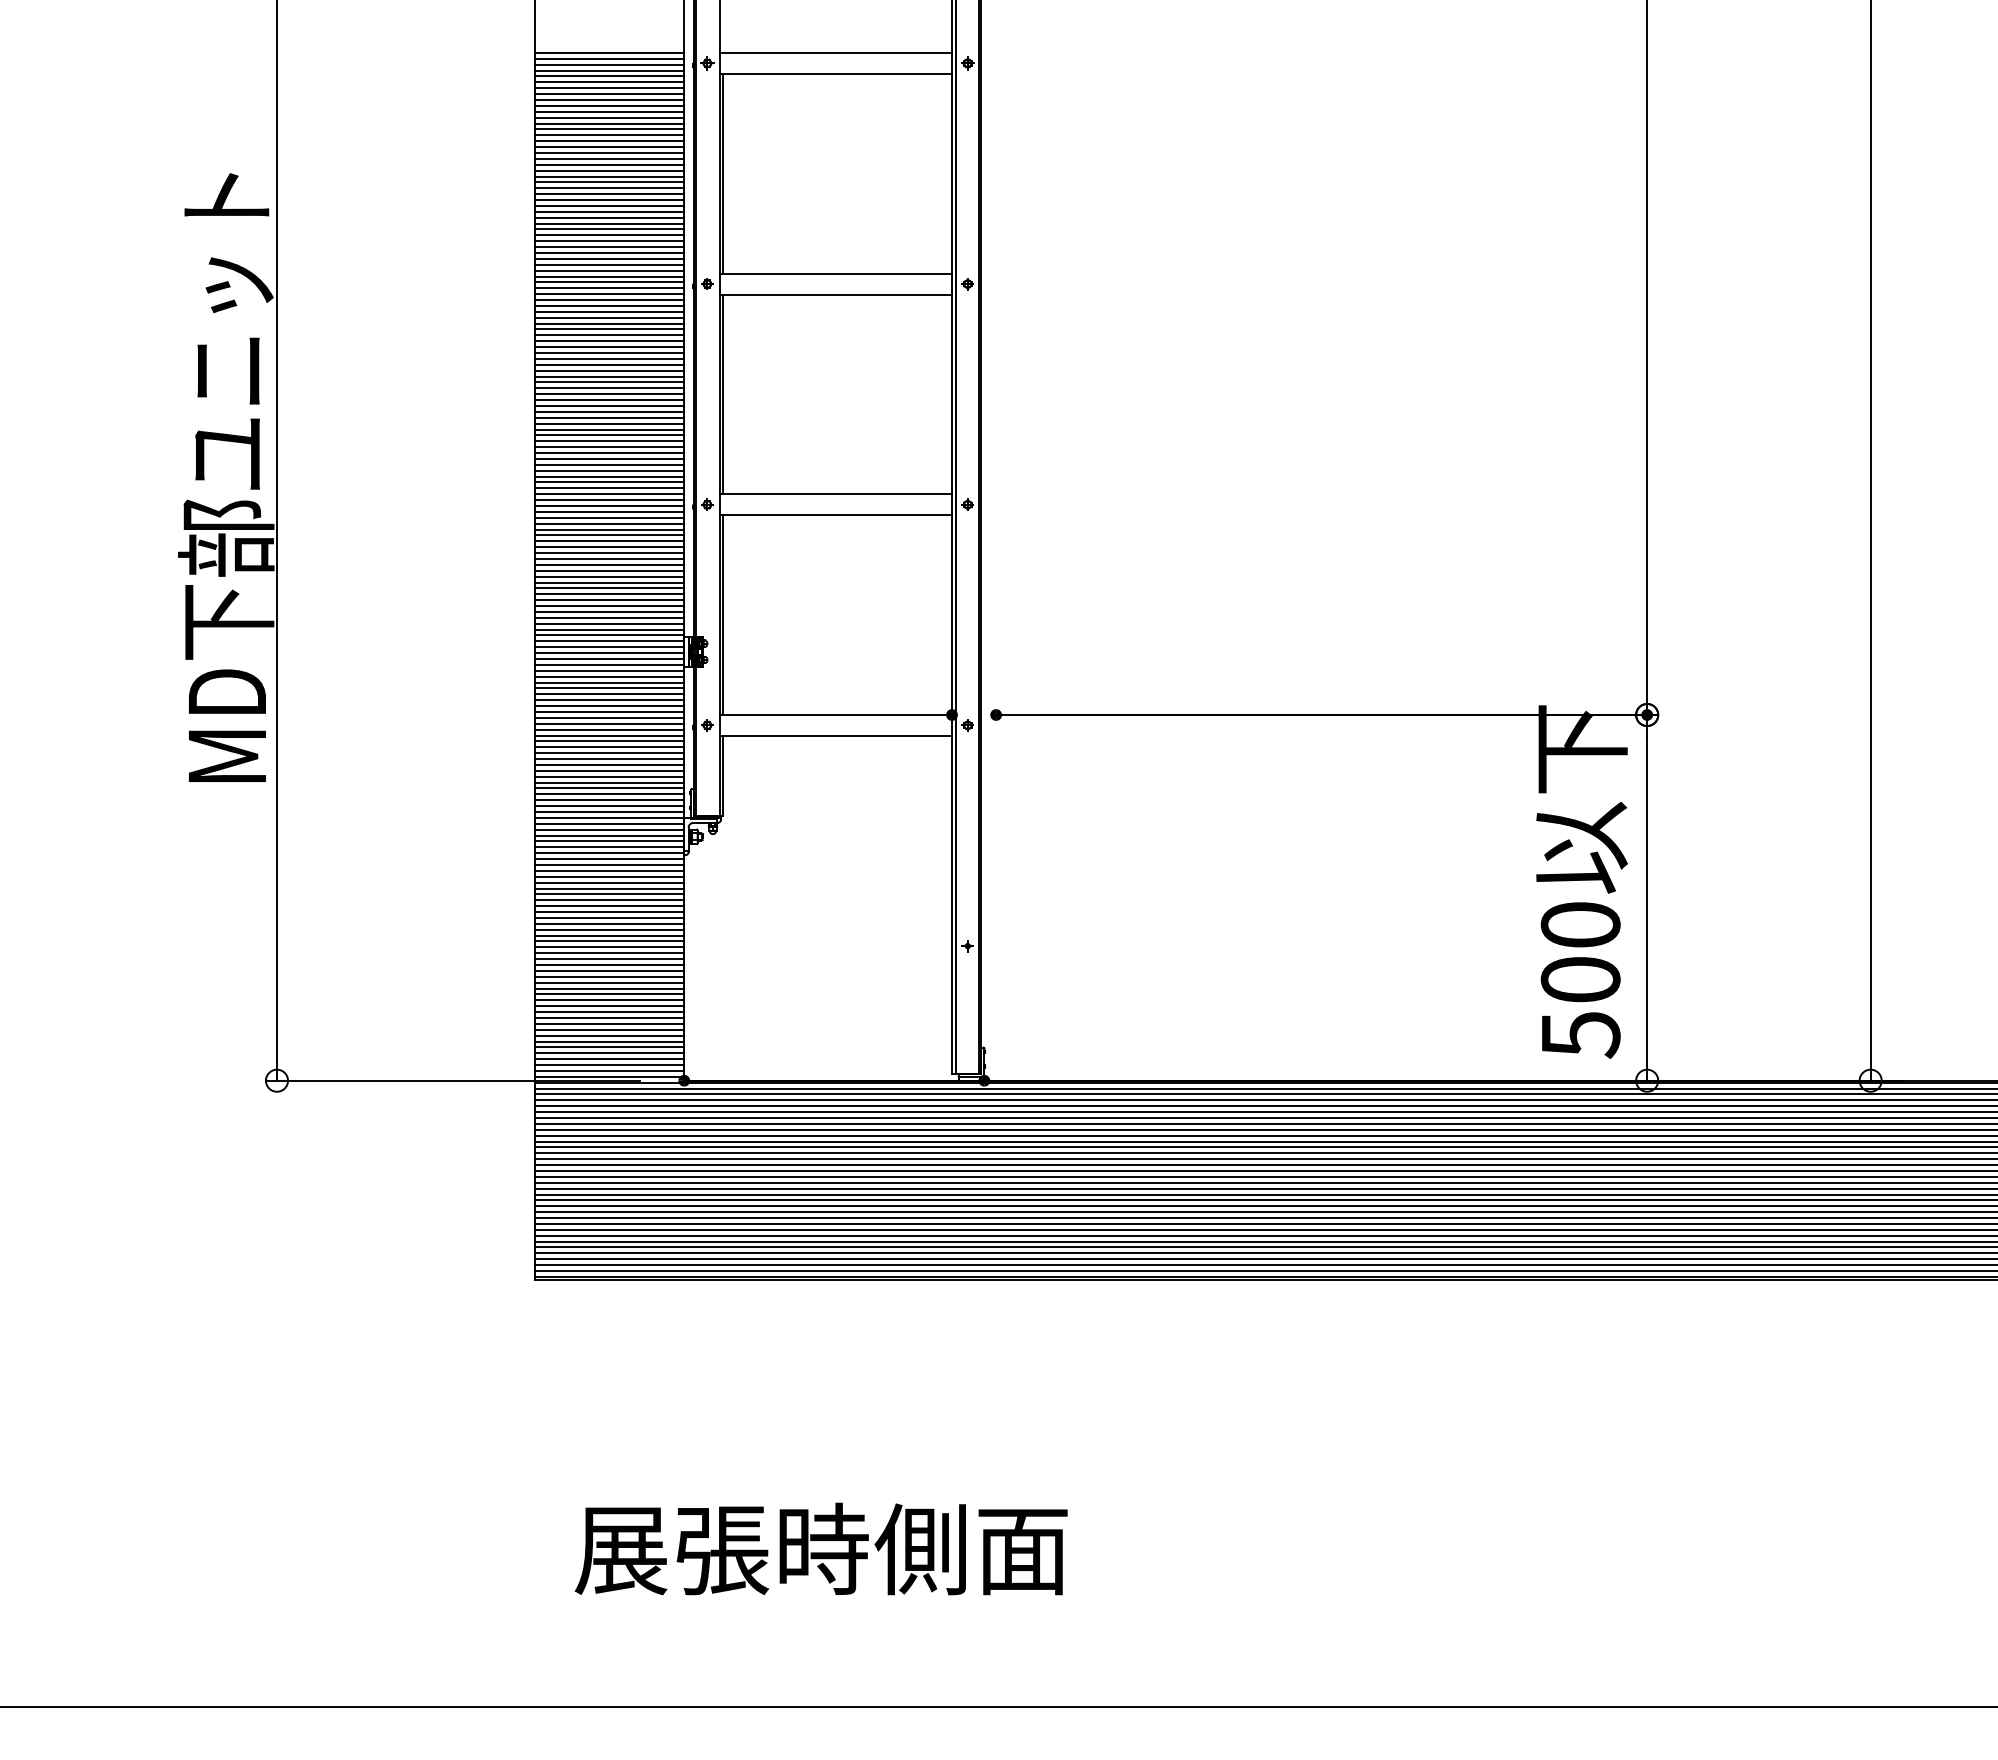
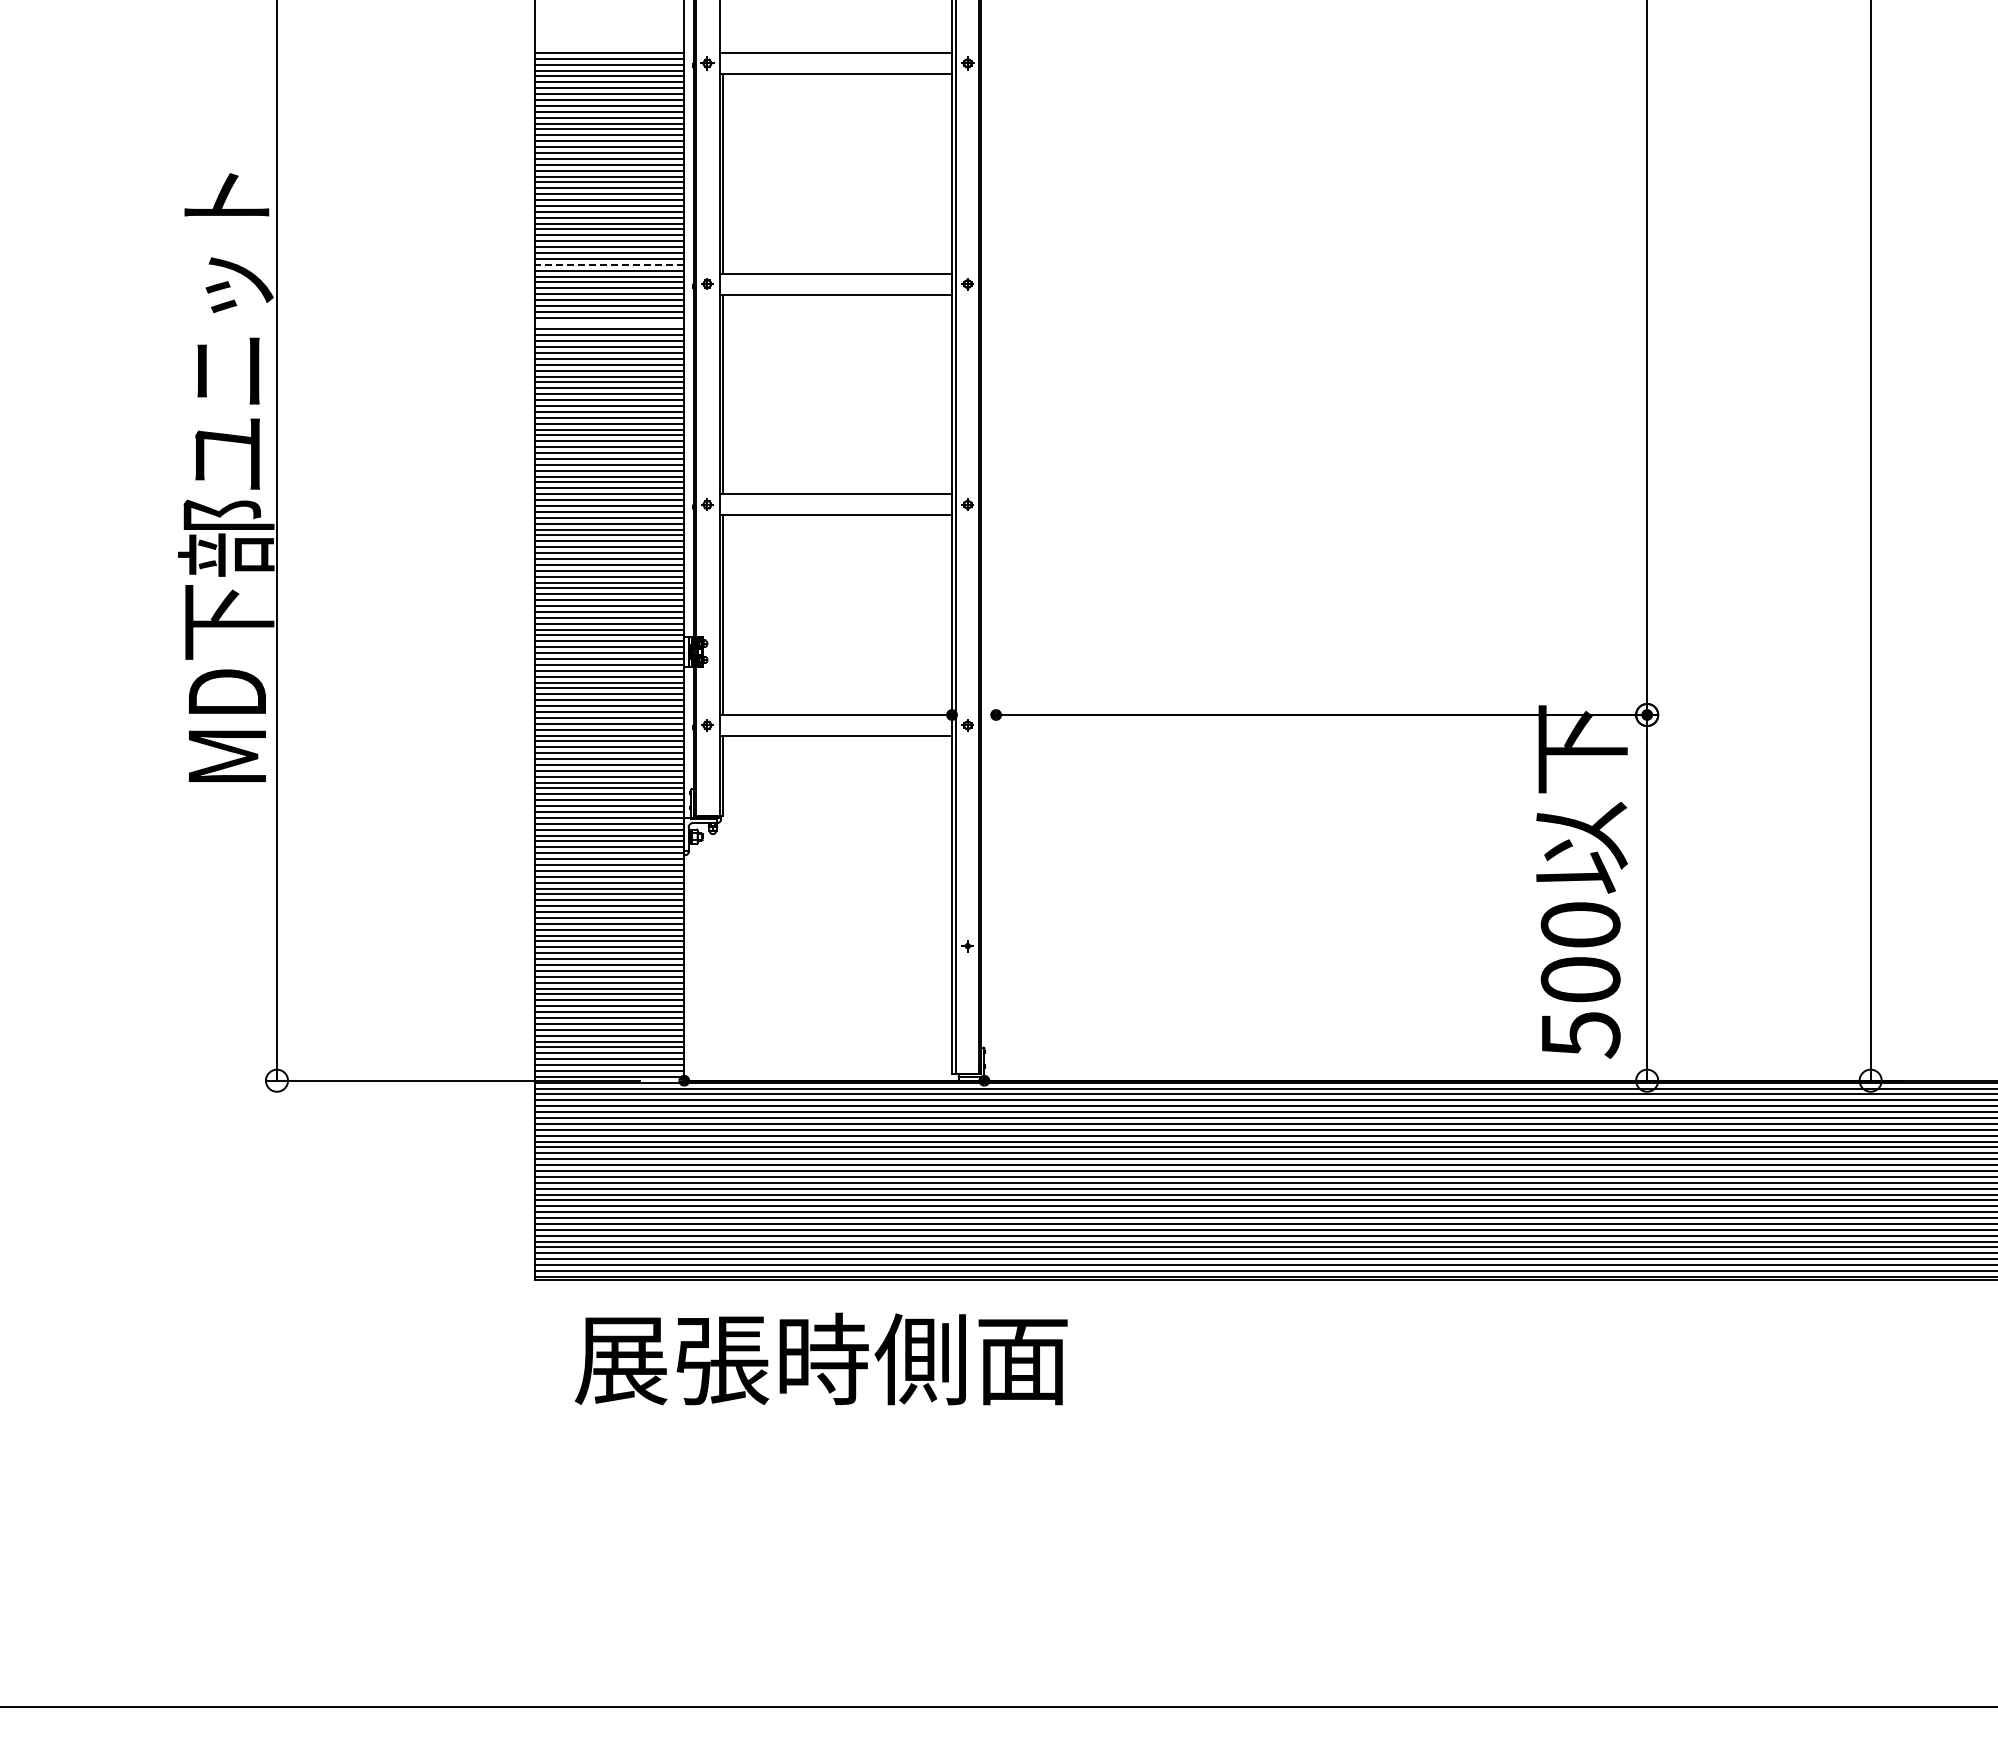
line at (609, 264): solid -> dashed
line at (609, 323): present -> none
text at (820, 1548) position: (820, 1548) -> (820, 1358)
